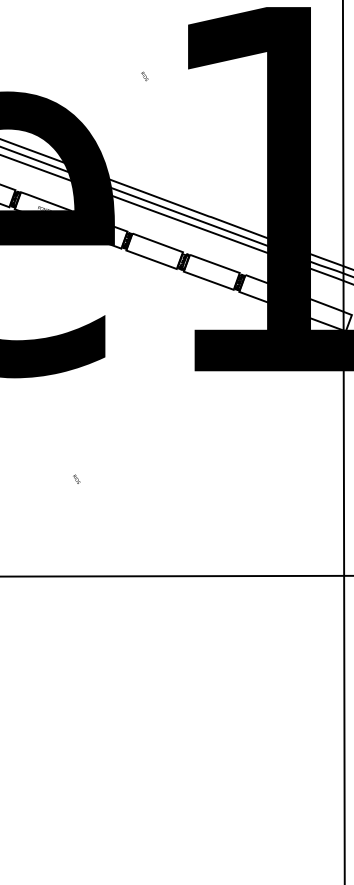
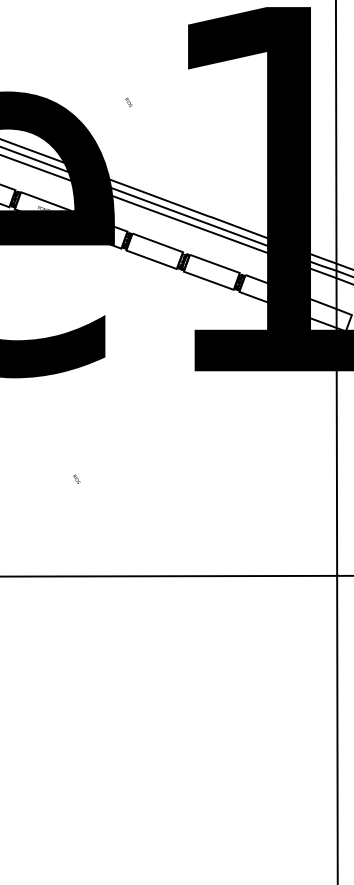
text at (144, 76) position: (144, 76) -> (128, 102)
line at (343, 441) position: (343, 441) -> (336, 441)
